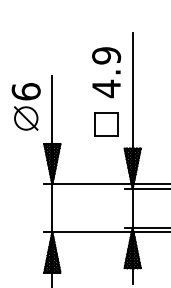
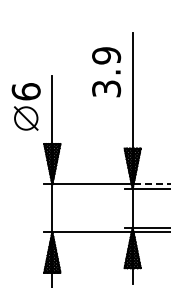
text at (106, 88): 4.9 -> 3.9
part at (106, 124): present -> none
line at (152, 184): solid -> dashed
